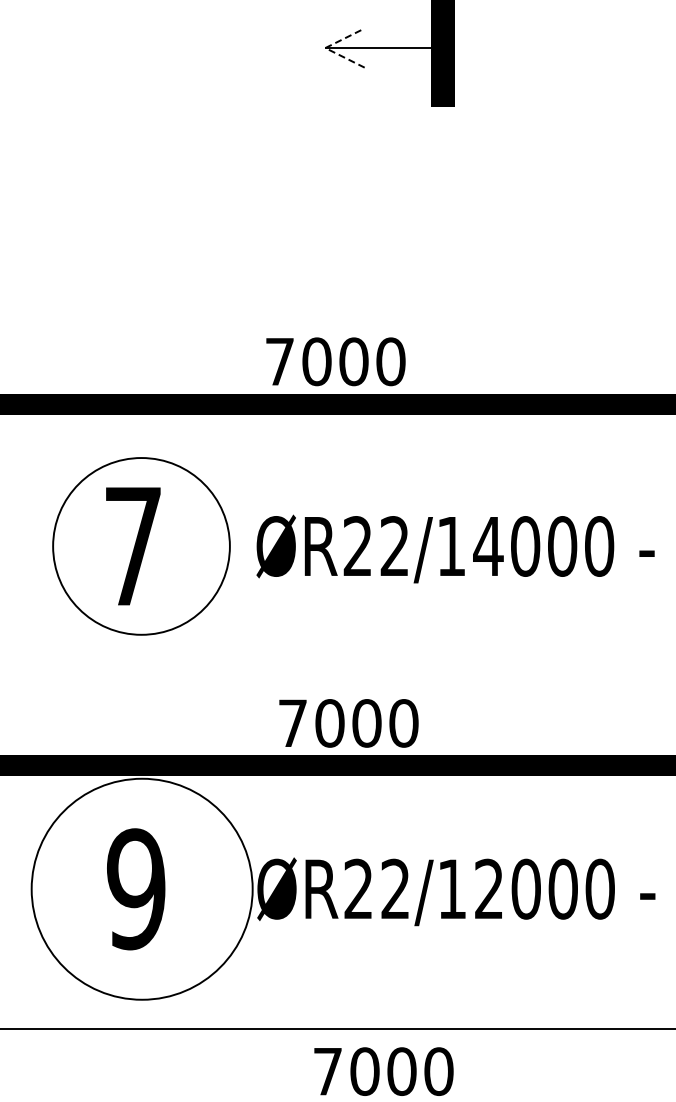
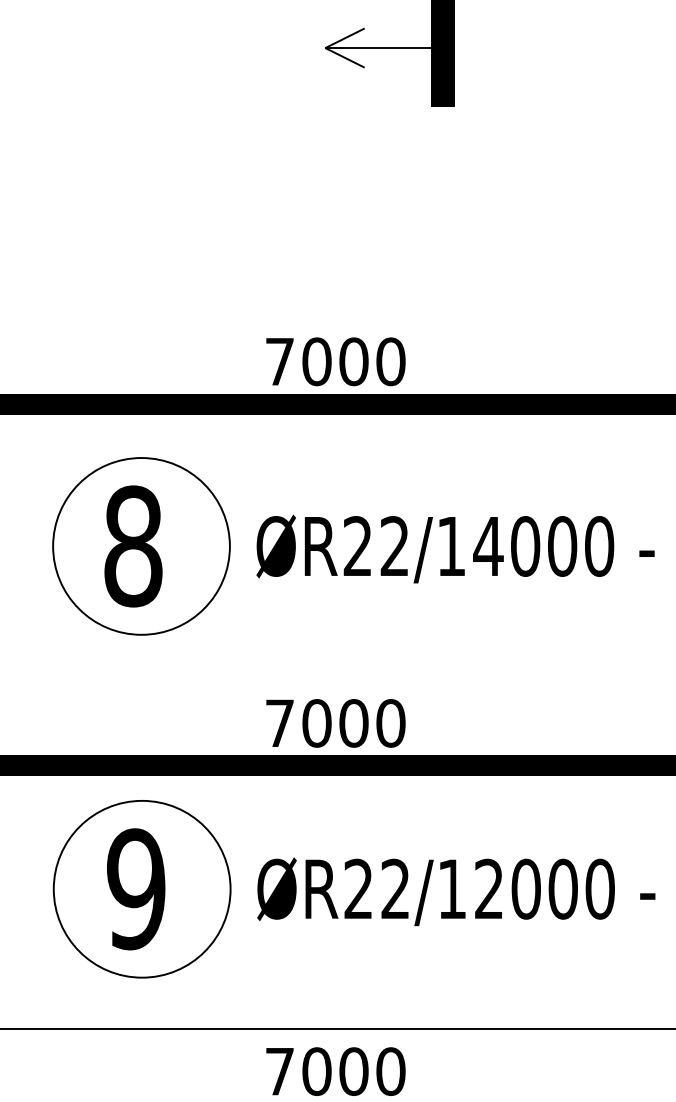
line at (325, 48): dashed -> solid
text at (133, 546): 7 -> 8
text at (348, 723) position: (348, 723) -> (335, 723)
circle at (141, 888) diameter: 221 px -> 177 px
text at (383, 1071) position: (383, 1071) -> (335, 1071)
